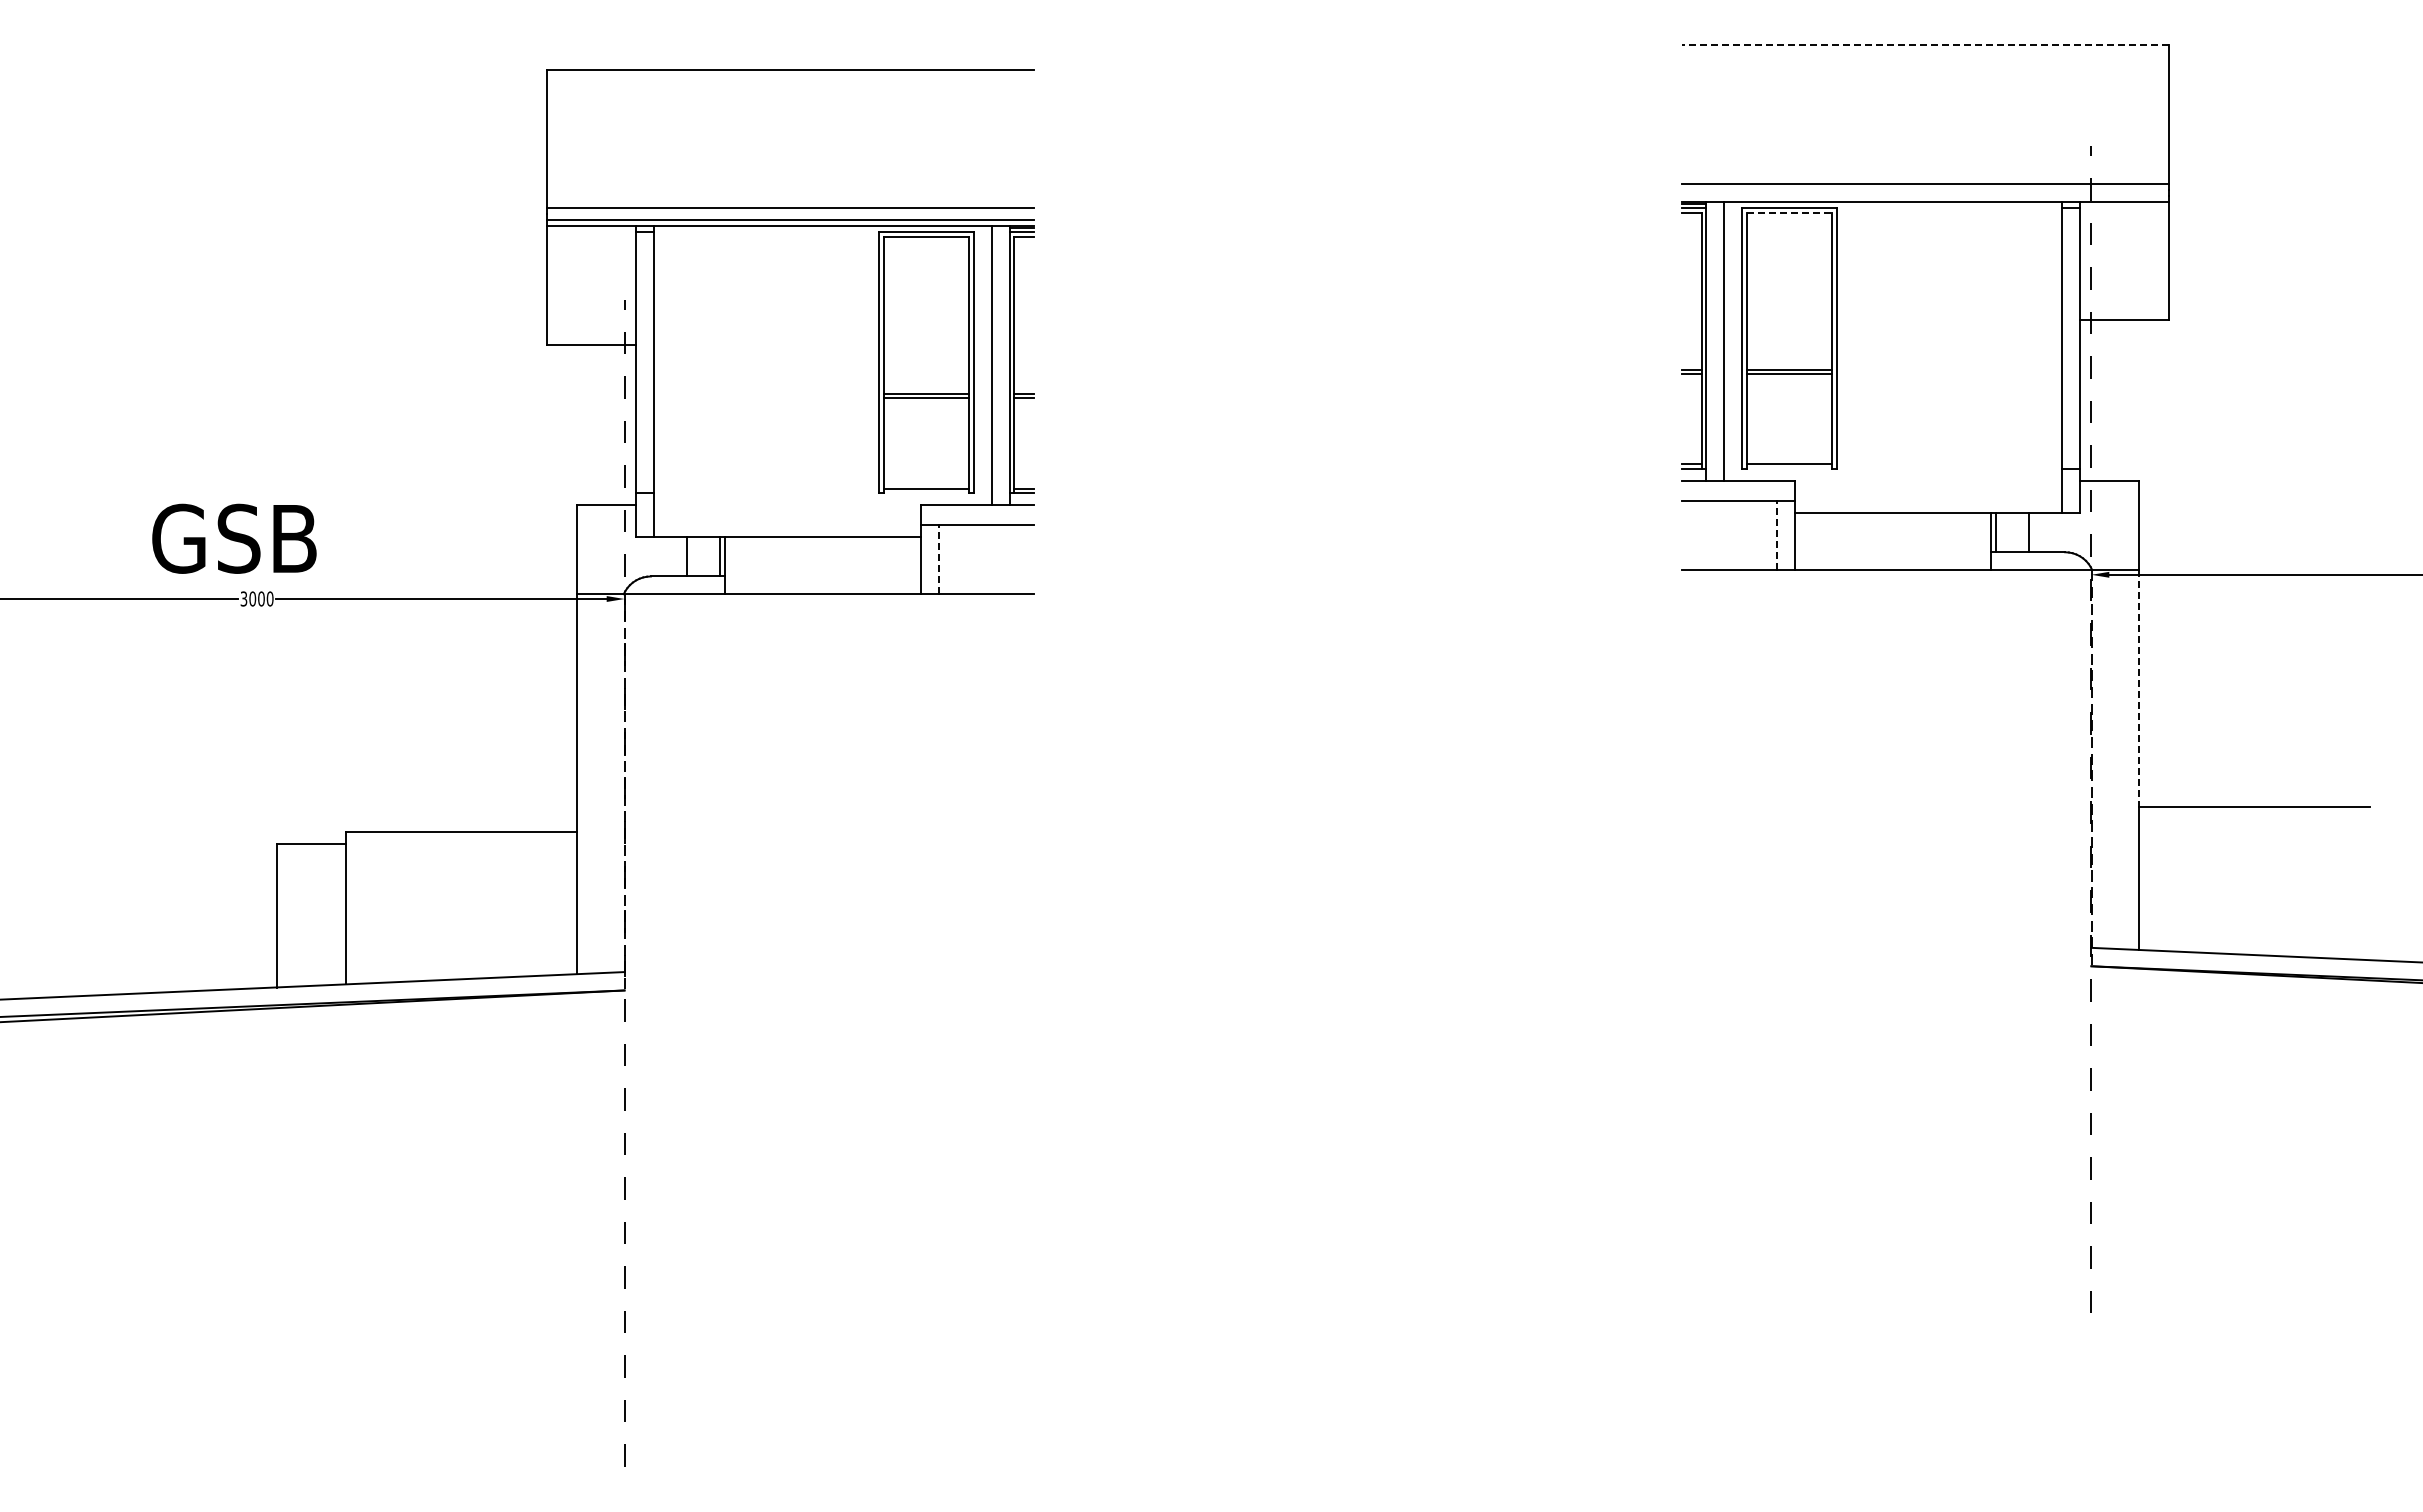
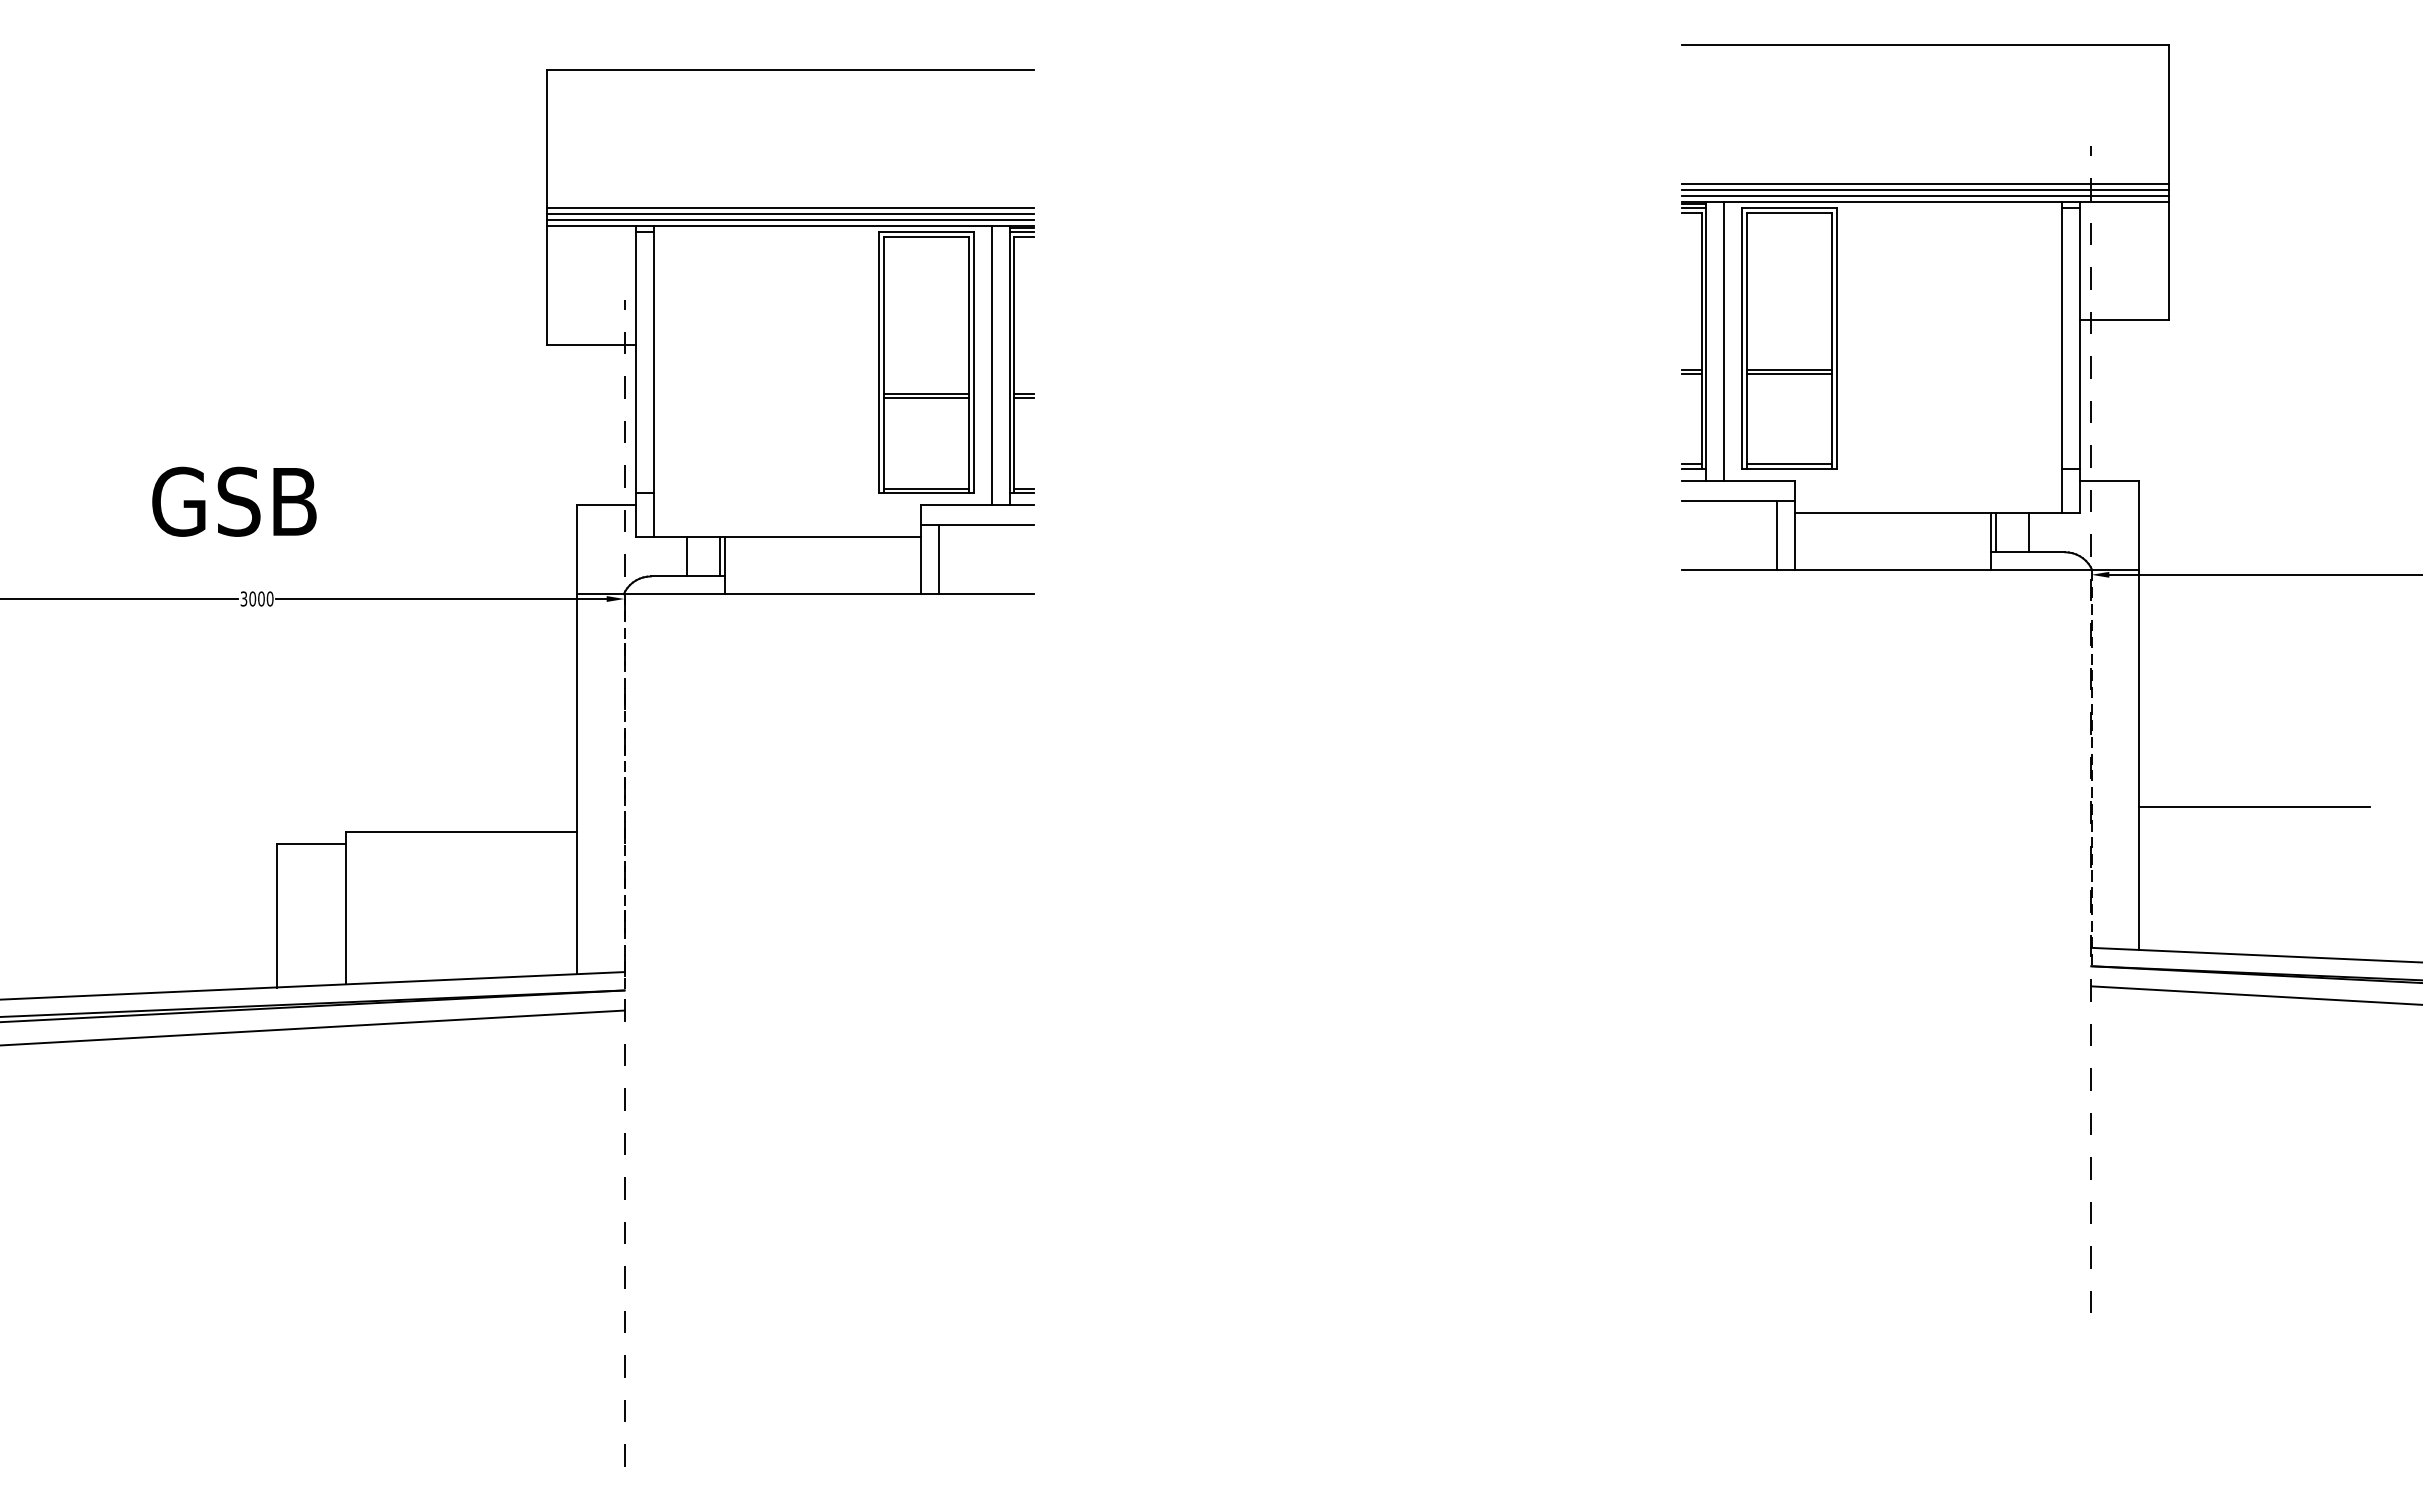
line at (1924, 45): dashed -> solid
line at (1924, 189): none -> present
line at (1924, 195): none -> present
line at (1789, 212): dashed -> solid
line at (790, 213): none -> present
line at (1788, 469): none -> present
line at (926, 493): none -> present
line at (1777, 535): dashed -> solid
text at (234, 538) position: (234, 538) -> (234, 501)
line at (938, 559): dashed -> solid
line at (2139, 688): dashed -> solid
line at (2255, 995): none -> present
line at (313, 1027): none -> present
